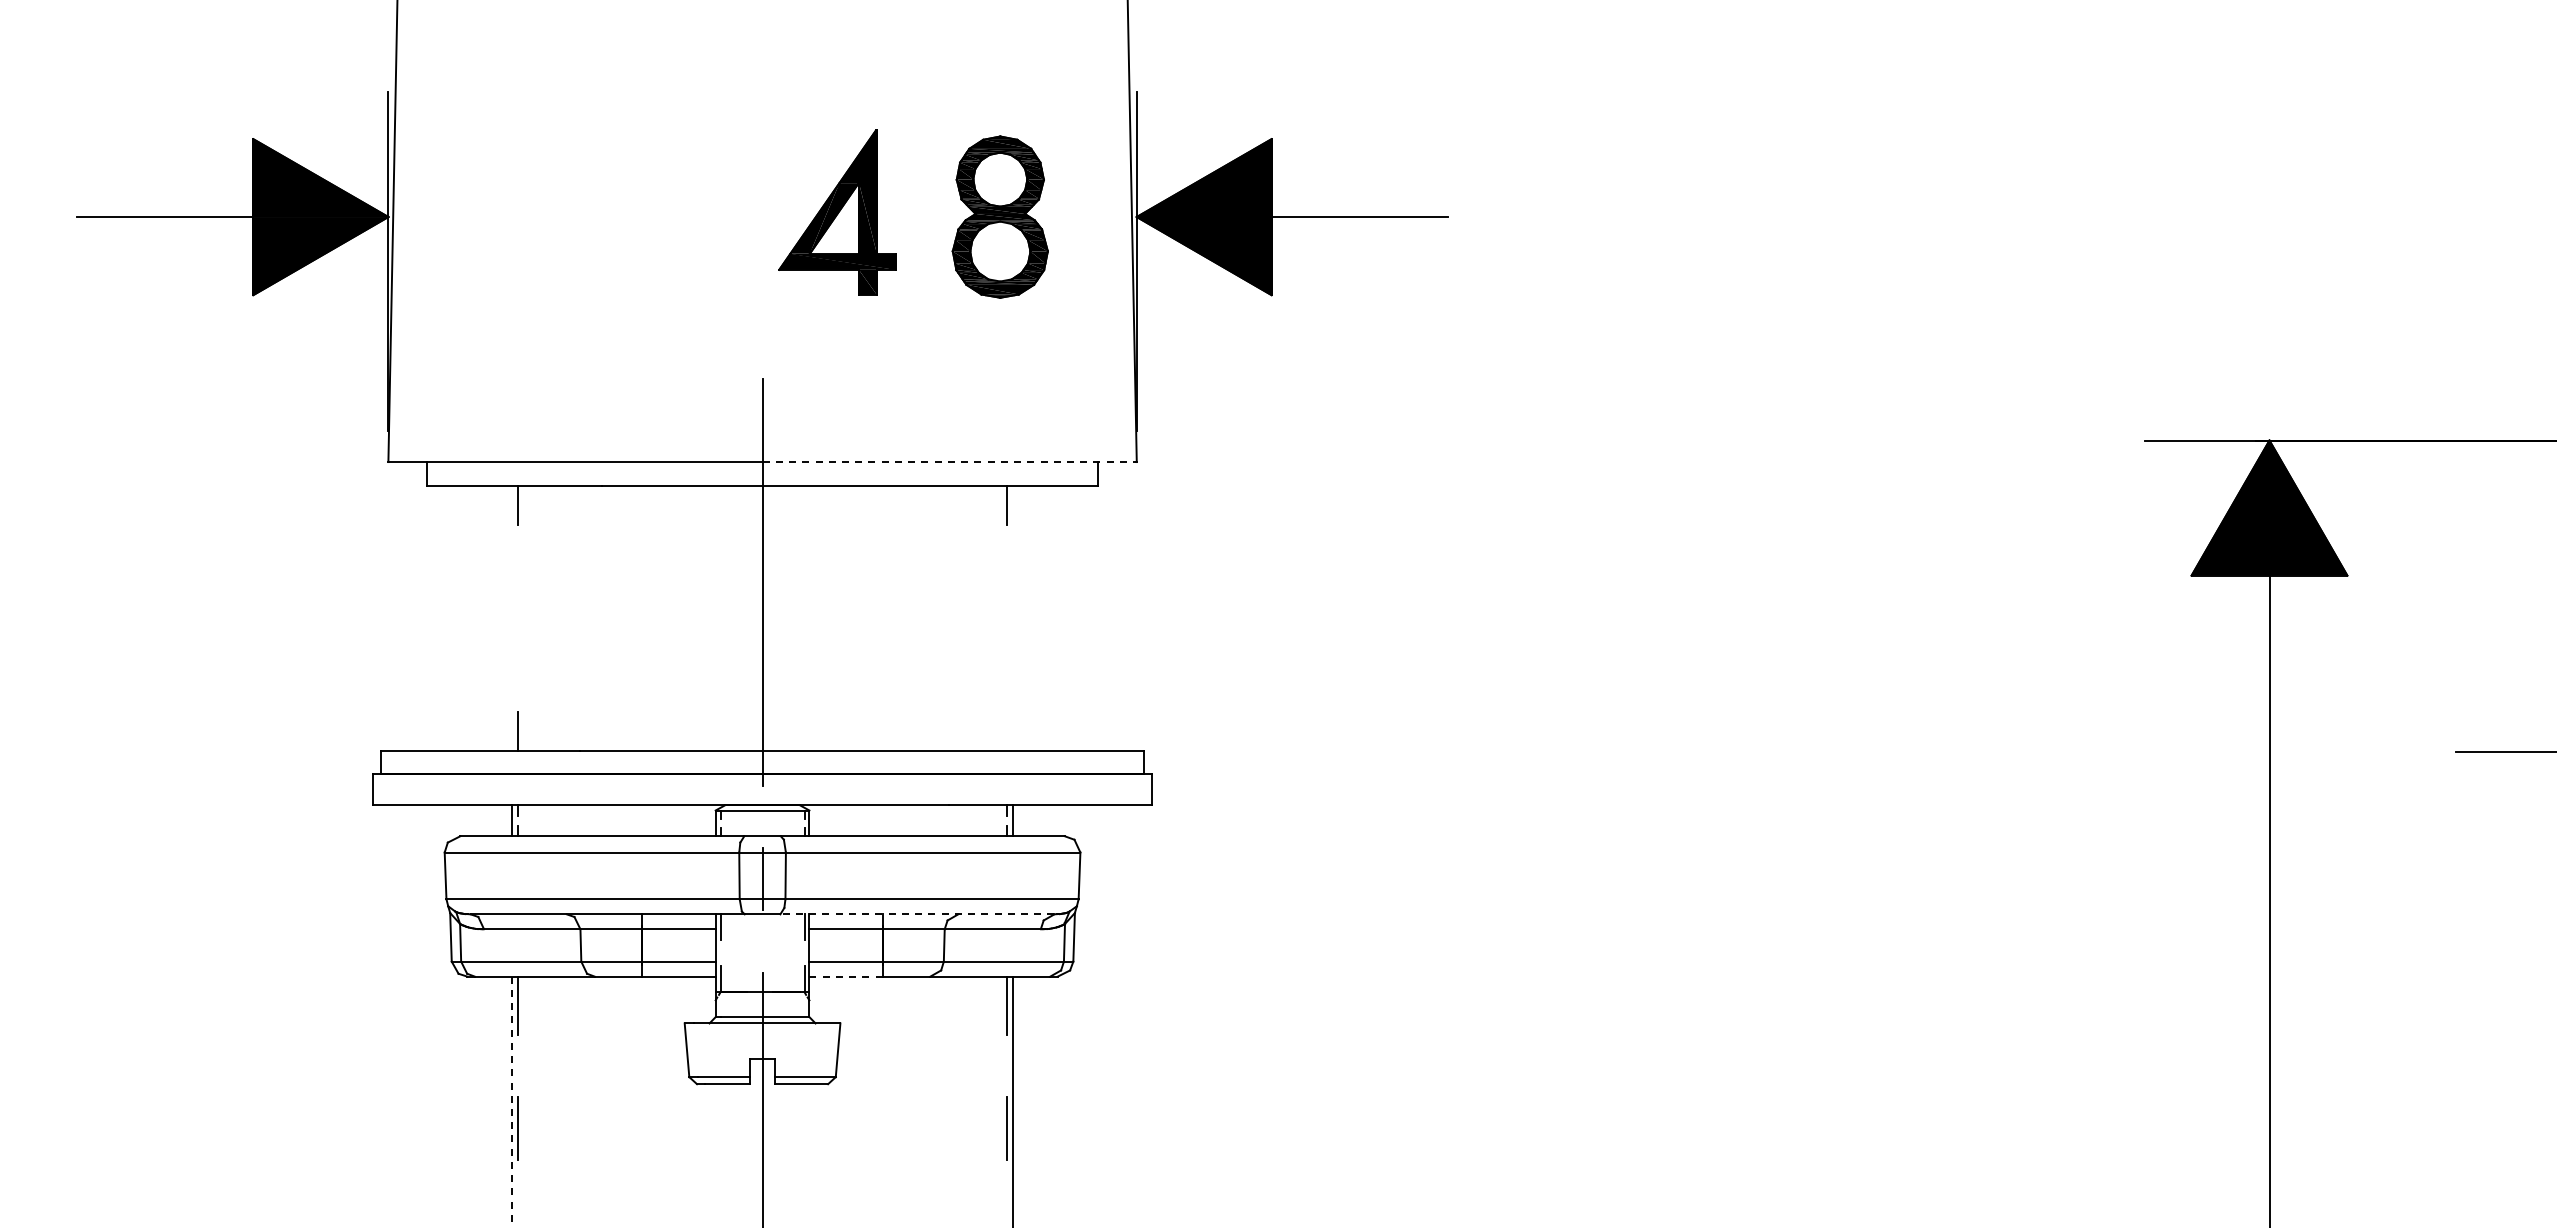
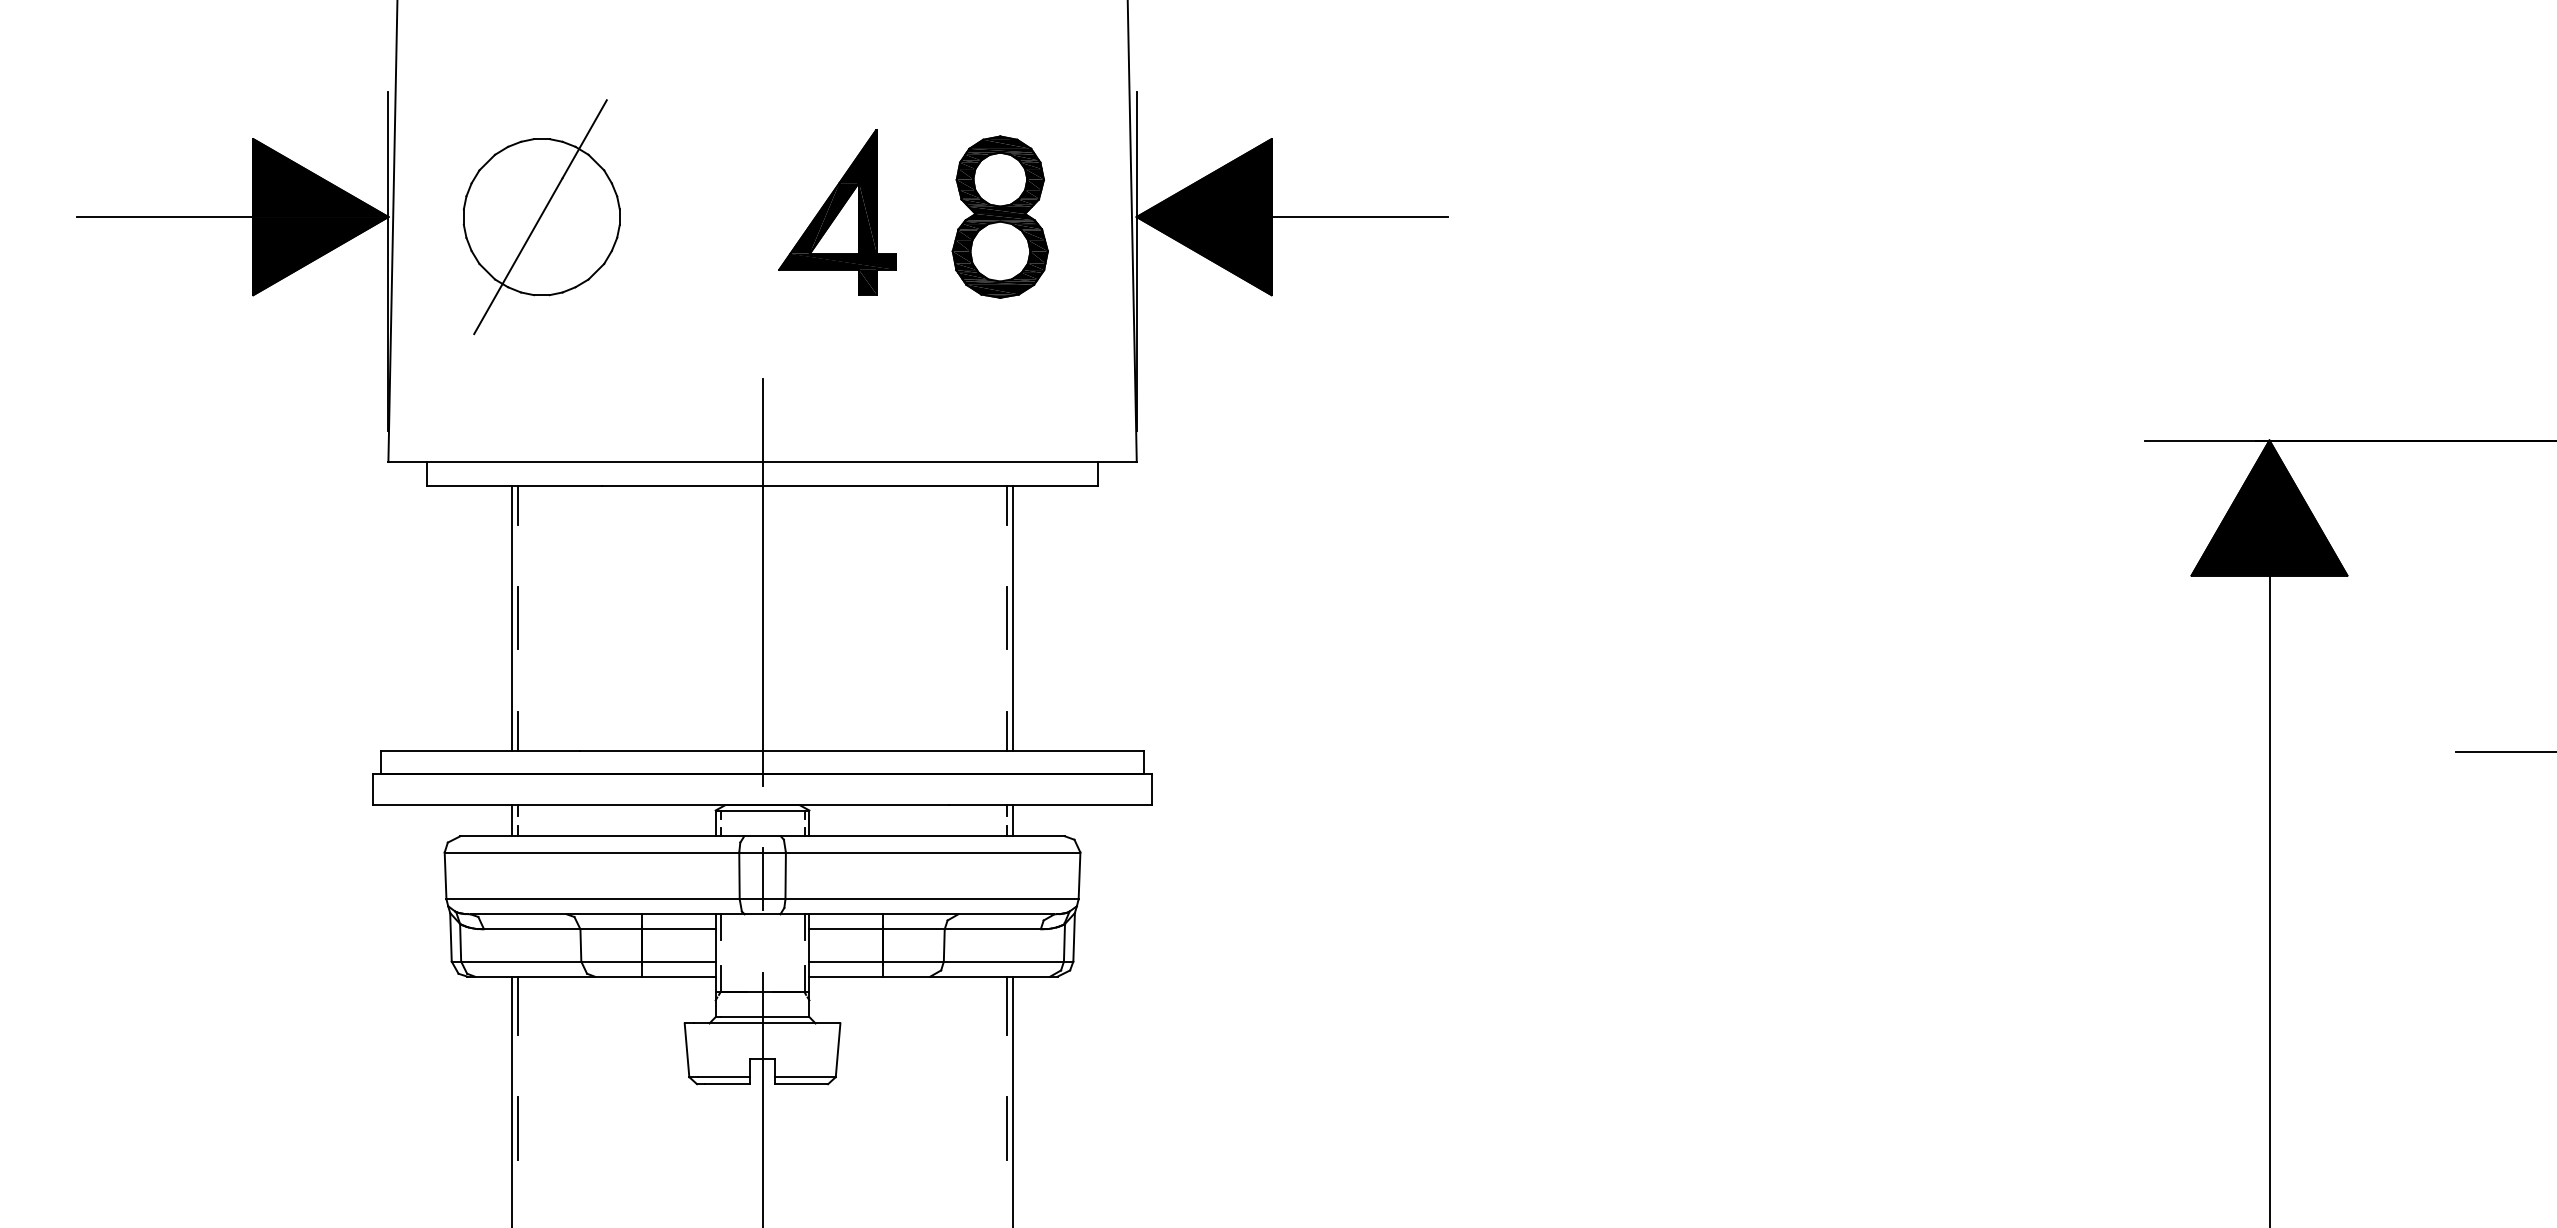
part at (541, 217): none -> present
line at (949, 462): dashed -> solid
line at (512, 617): none -> present
line at (517, 617): none -> present
line at (1007, 617): none -> present
line at (1012, 617): none -> present
line at (1007, 730): none -> present
line at (916, 914): dashed -> solid
line at (846, 976): dashed -> solid
line at (512, 1102): dashed -> solid
